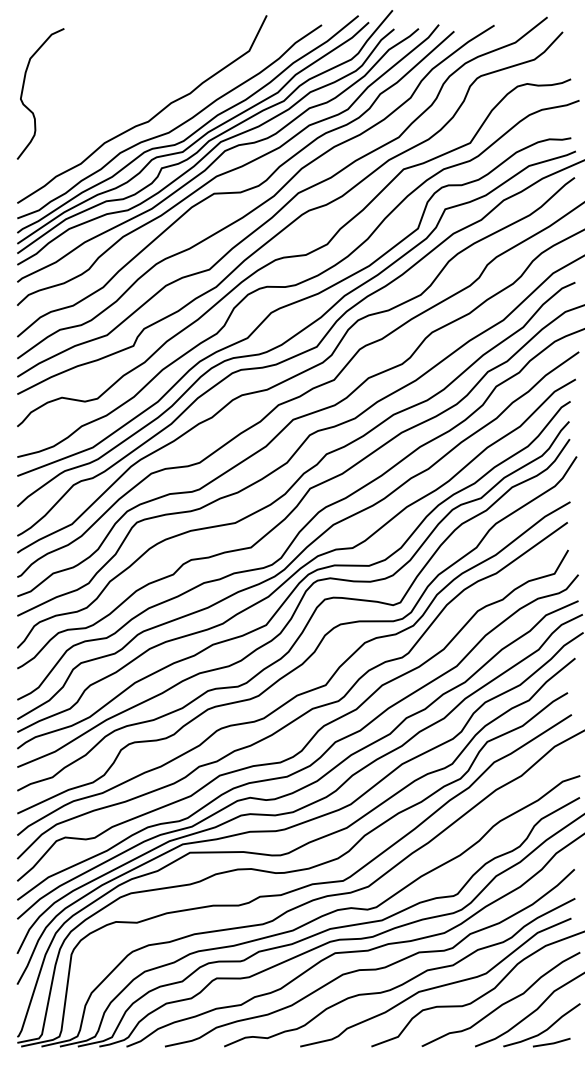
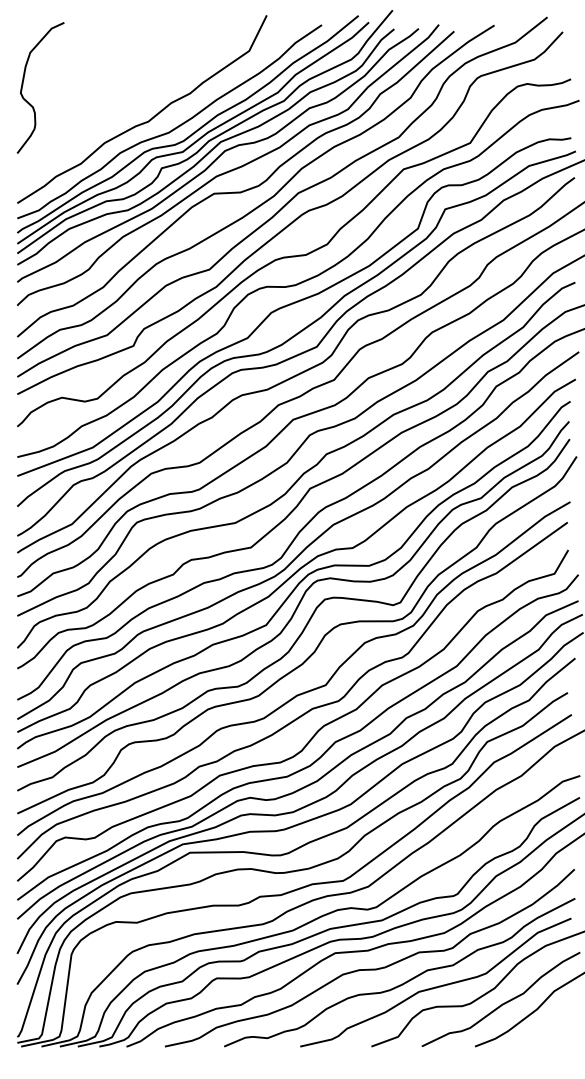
curve at (23, 91) position: (23, 91) -> (23, 85)
part at (541, 1025): present -> none
